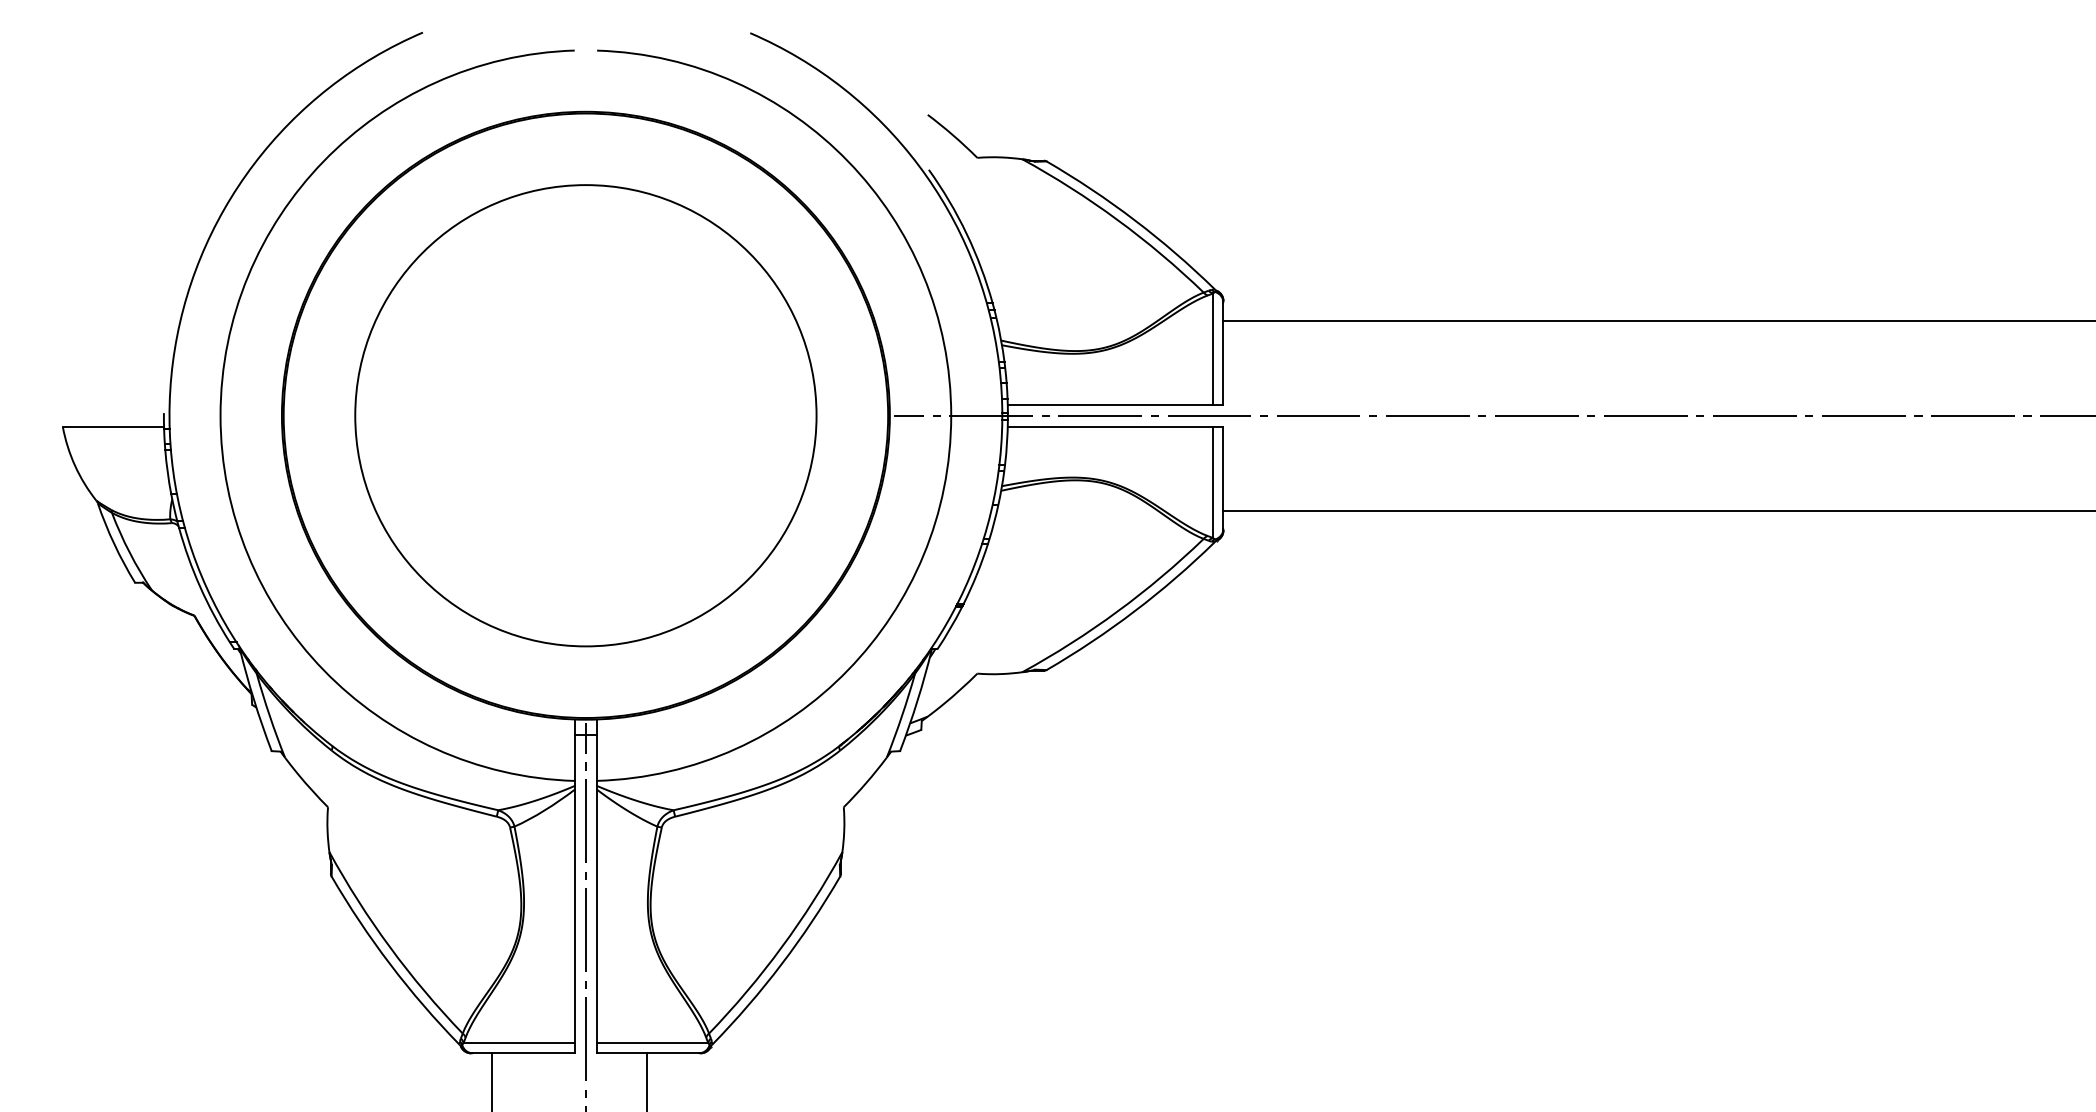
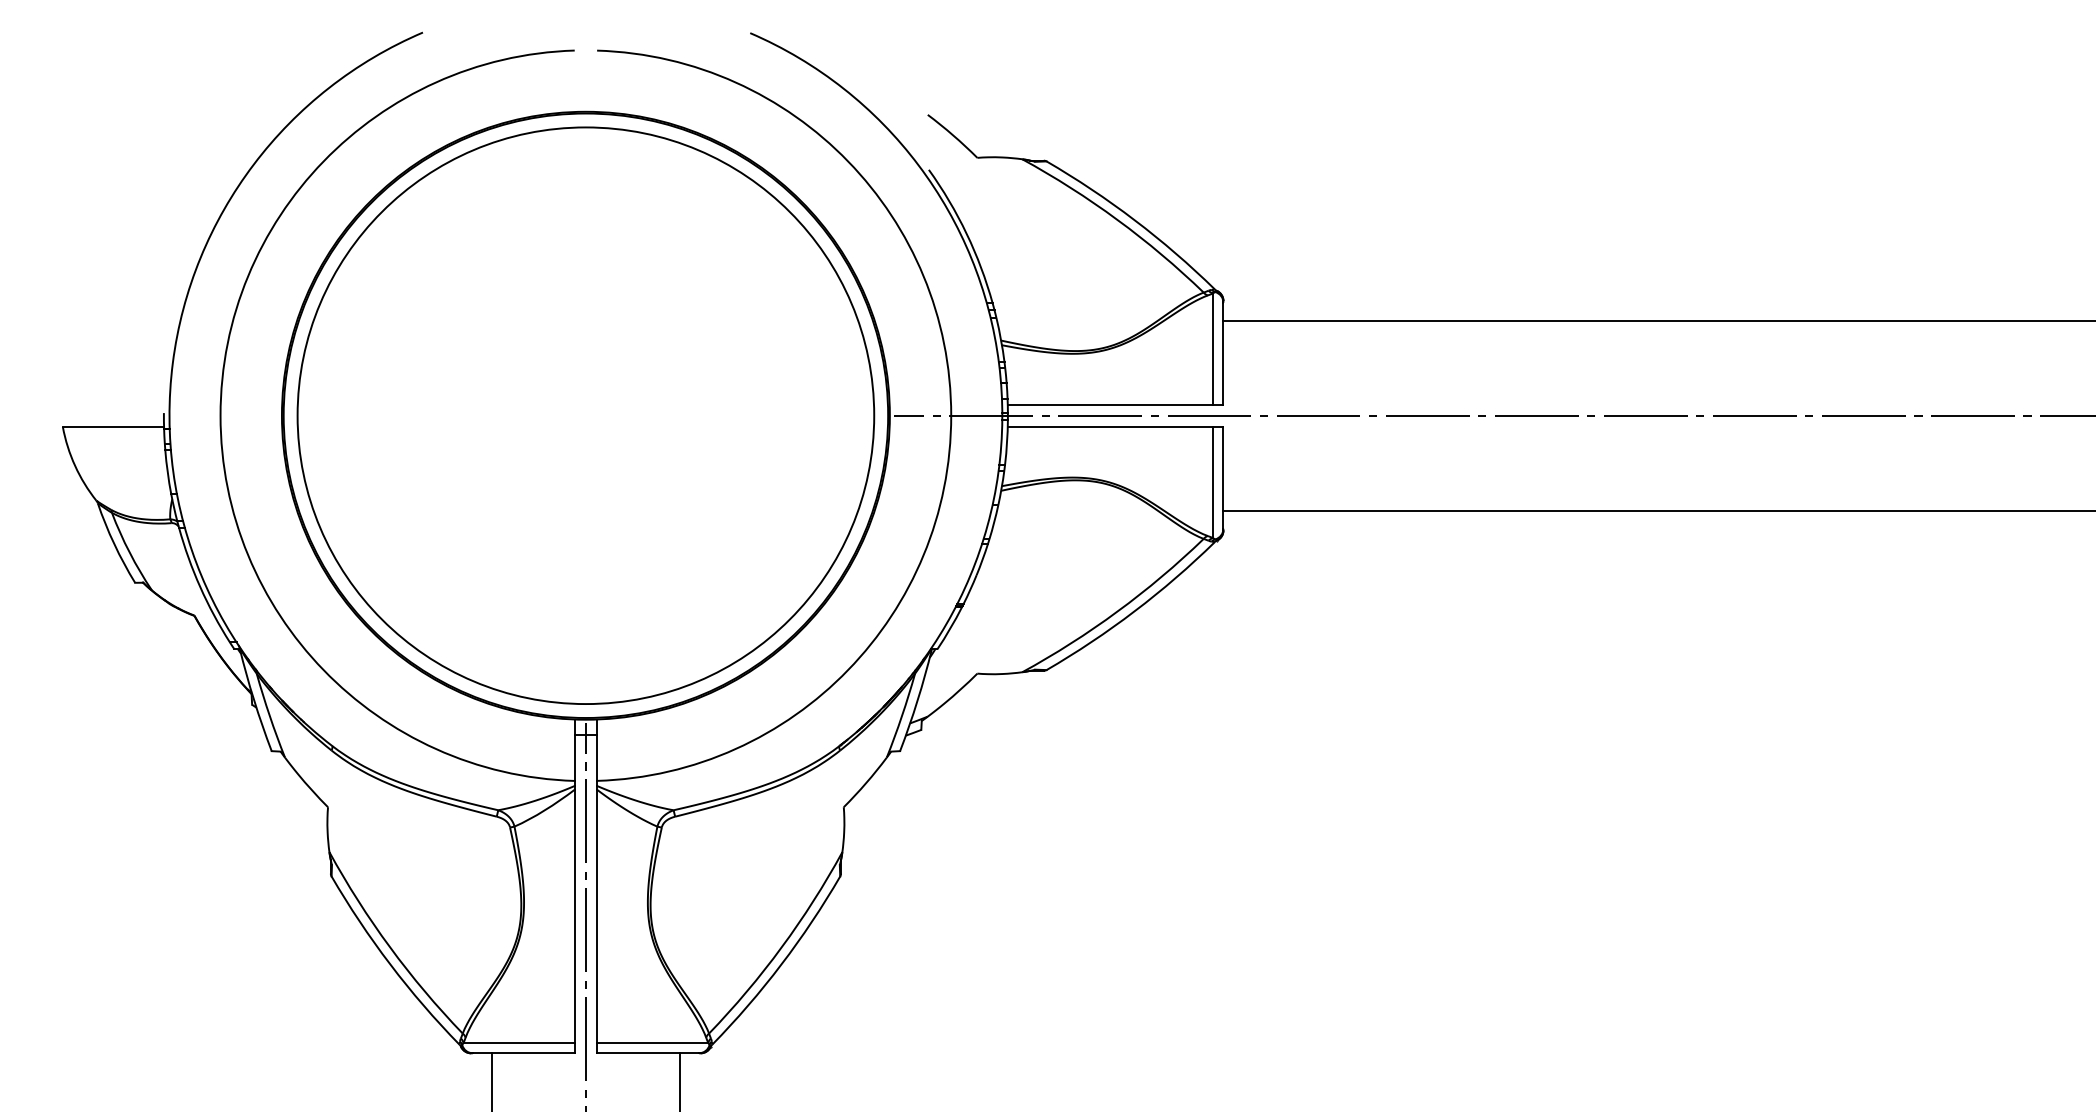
circle at (585, 415) diameter: 461 px -> 577 px
line at (646, 1080) position: (646, 1080) -> (679, 1080)
